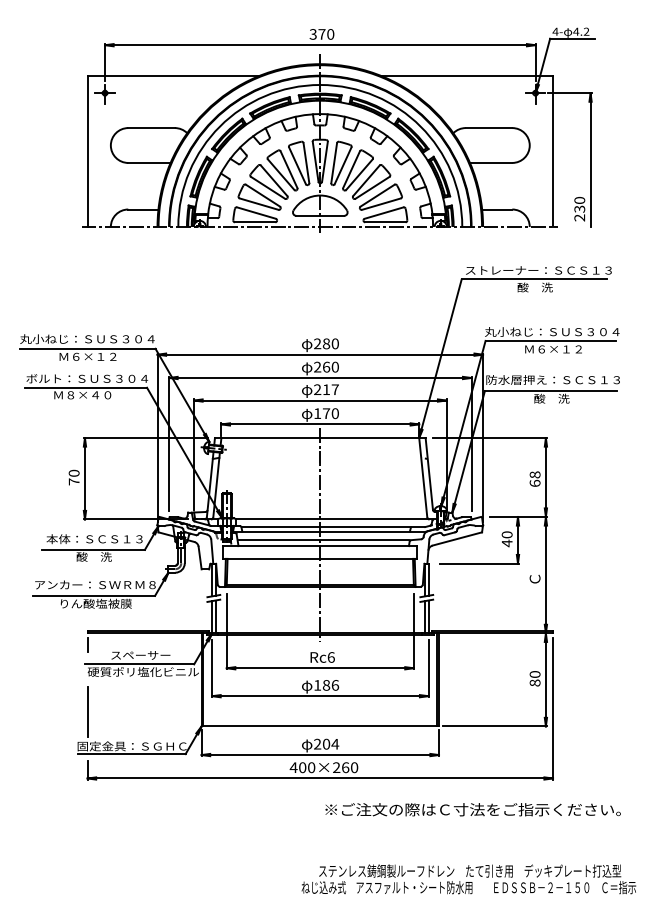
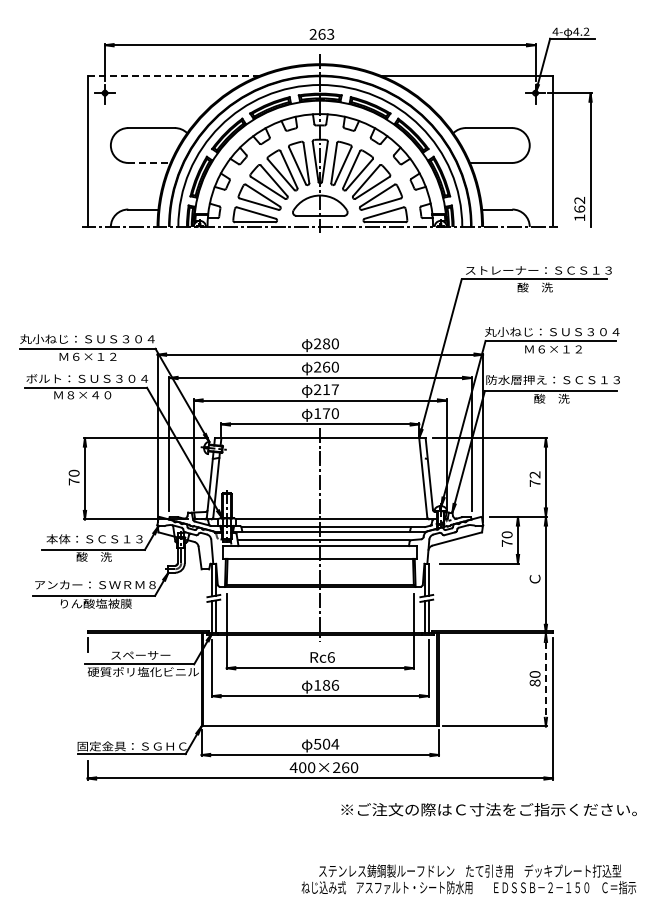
text at (321, 34): 370 -> 263
line at (174, 75): solid -> dashed
line at (149, 162): solid -> dashed
text at (579, 208): 230 -> 162
text at (534, 478): 68 -> 72
text at (506, 543): 40 -> 70
line at (545, 679): solid -> dashed
line at (87, 711): present -> none
text at (317, 743): 204 -> 504
text at (472, 809) position: (472, 809) -> (488, 809)
